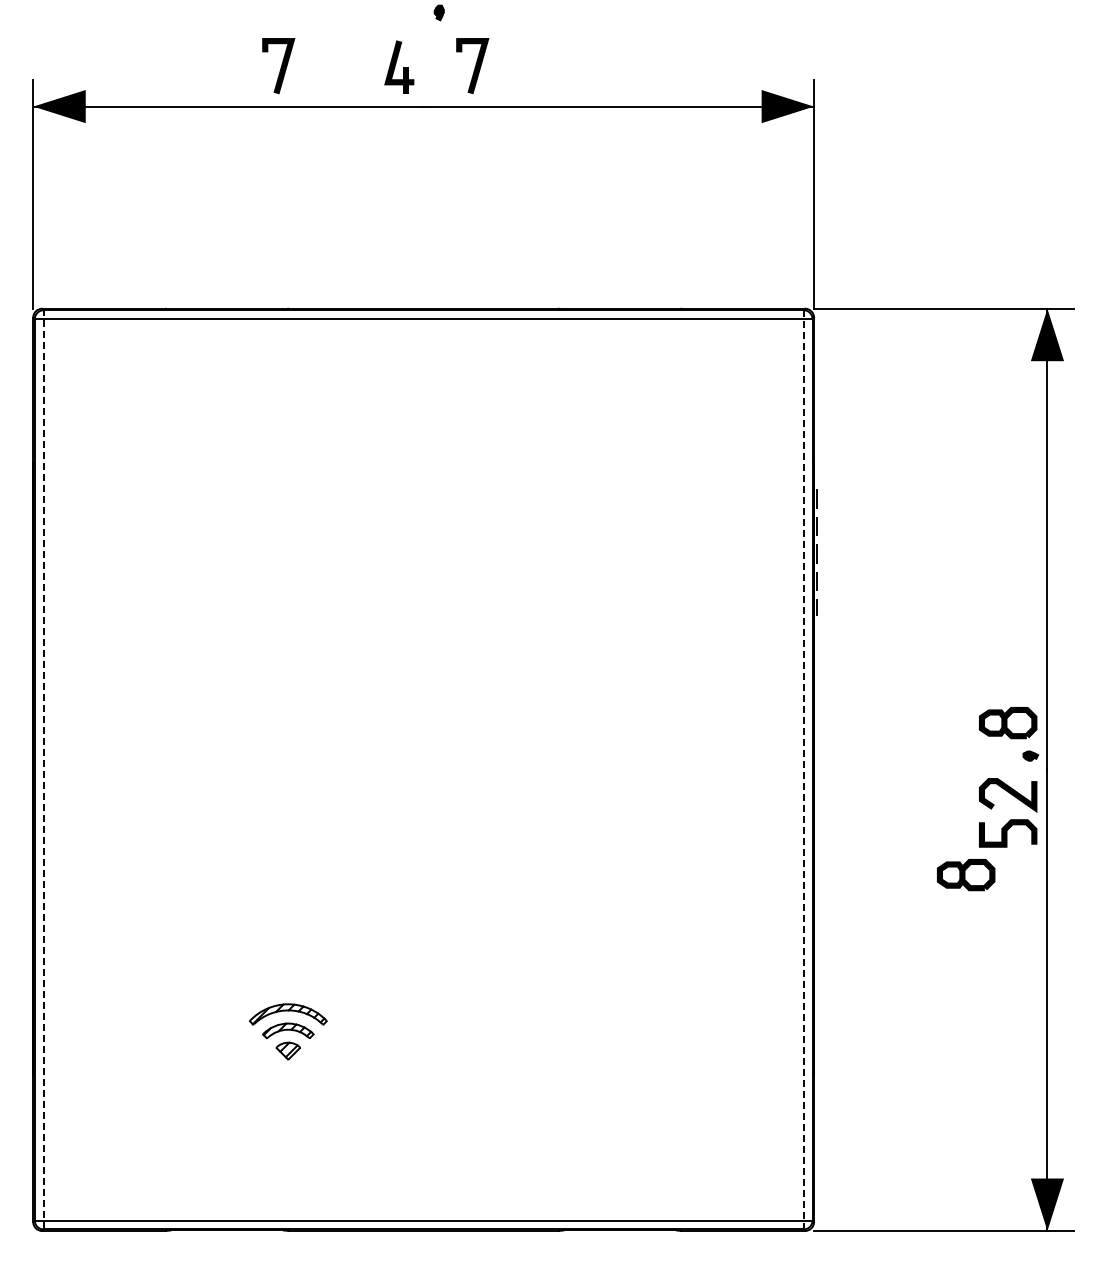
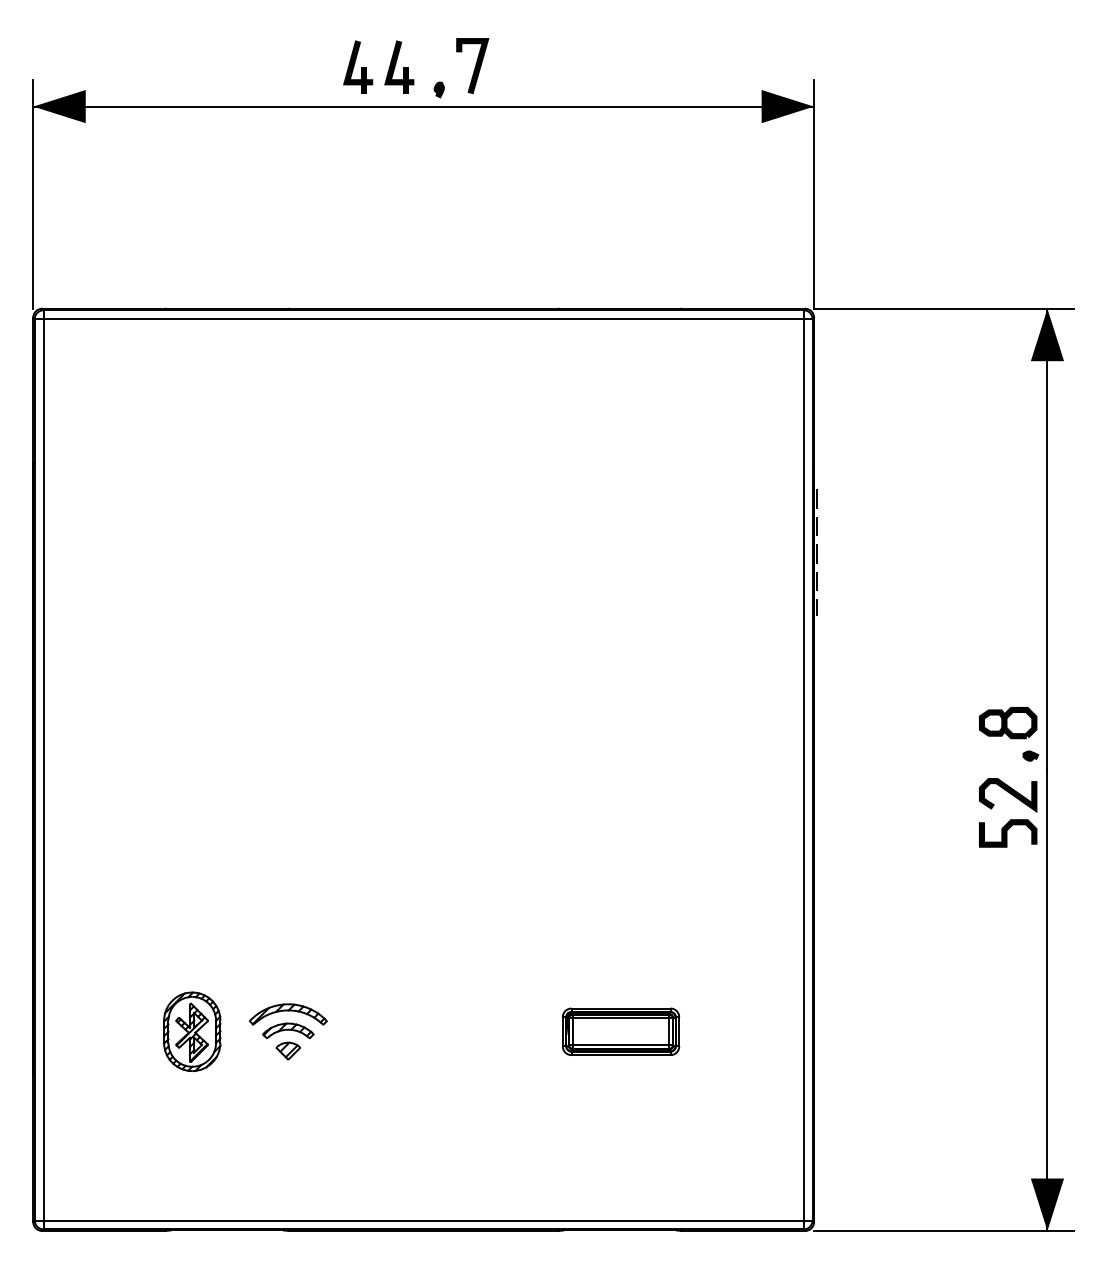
part at (438, 12) position: (438, 12) -> (438, 89)
part at (358, 66): none -> present
line at (280, 67): present -> none
line at (43, 769): dashed -> solid
line at (803, 769): dashed -> solid
part at (966, 875): present -> none
part at (192, 1031): none -> present
part at (621, 1031): none -> present
